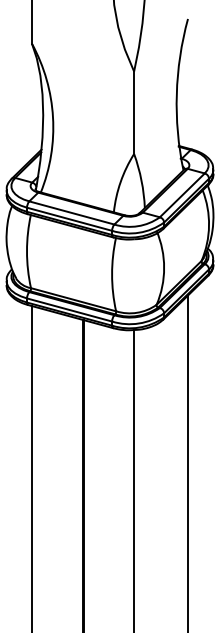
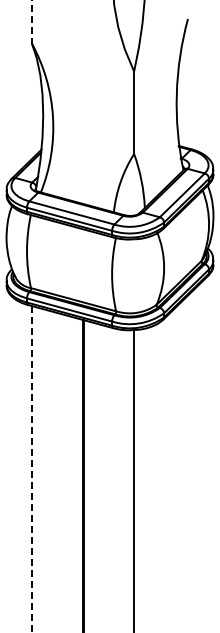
line at (32, 21): solid -> dashed
line at (188, 462): present -> none
line at (32, 469): solid -> dashed
